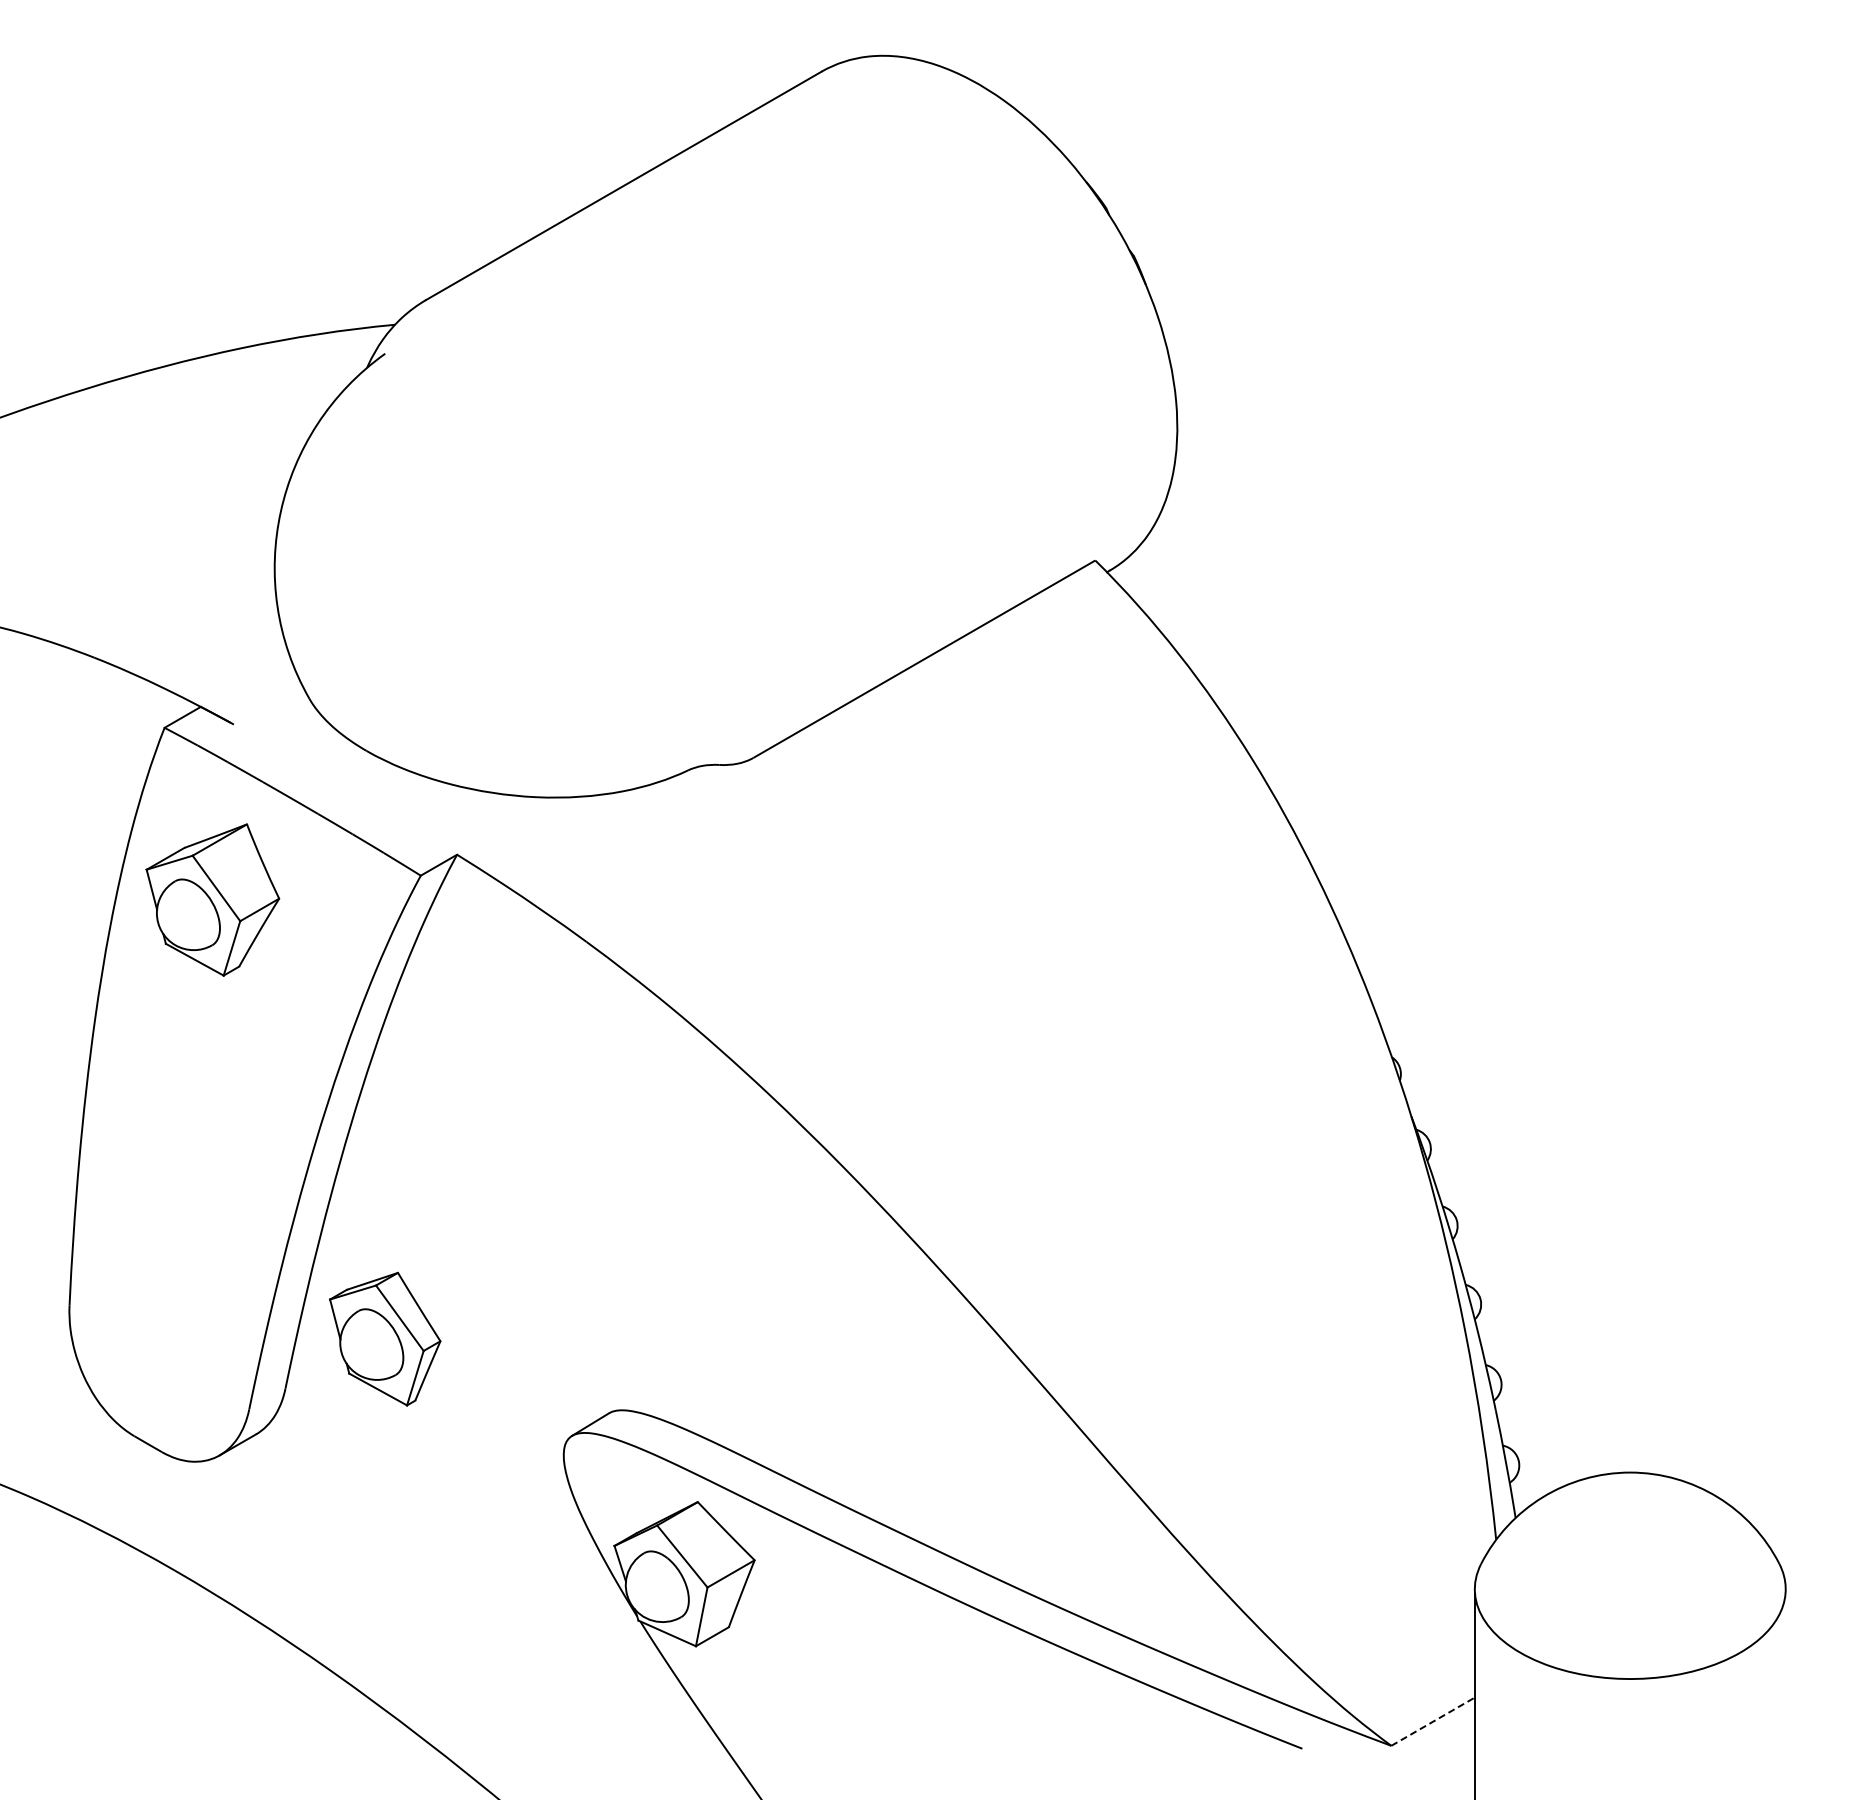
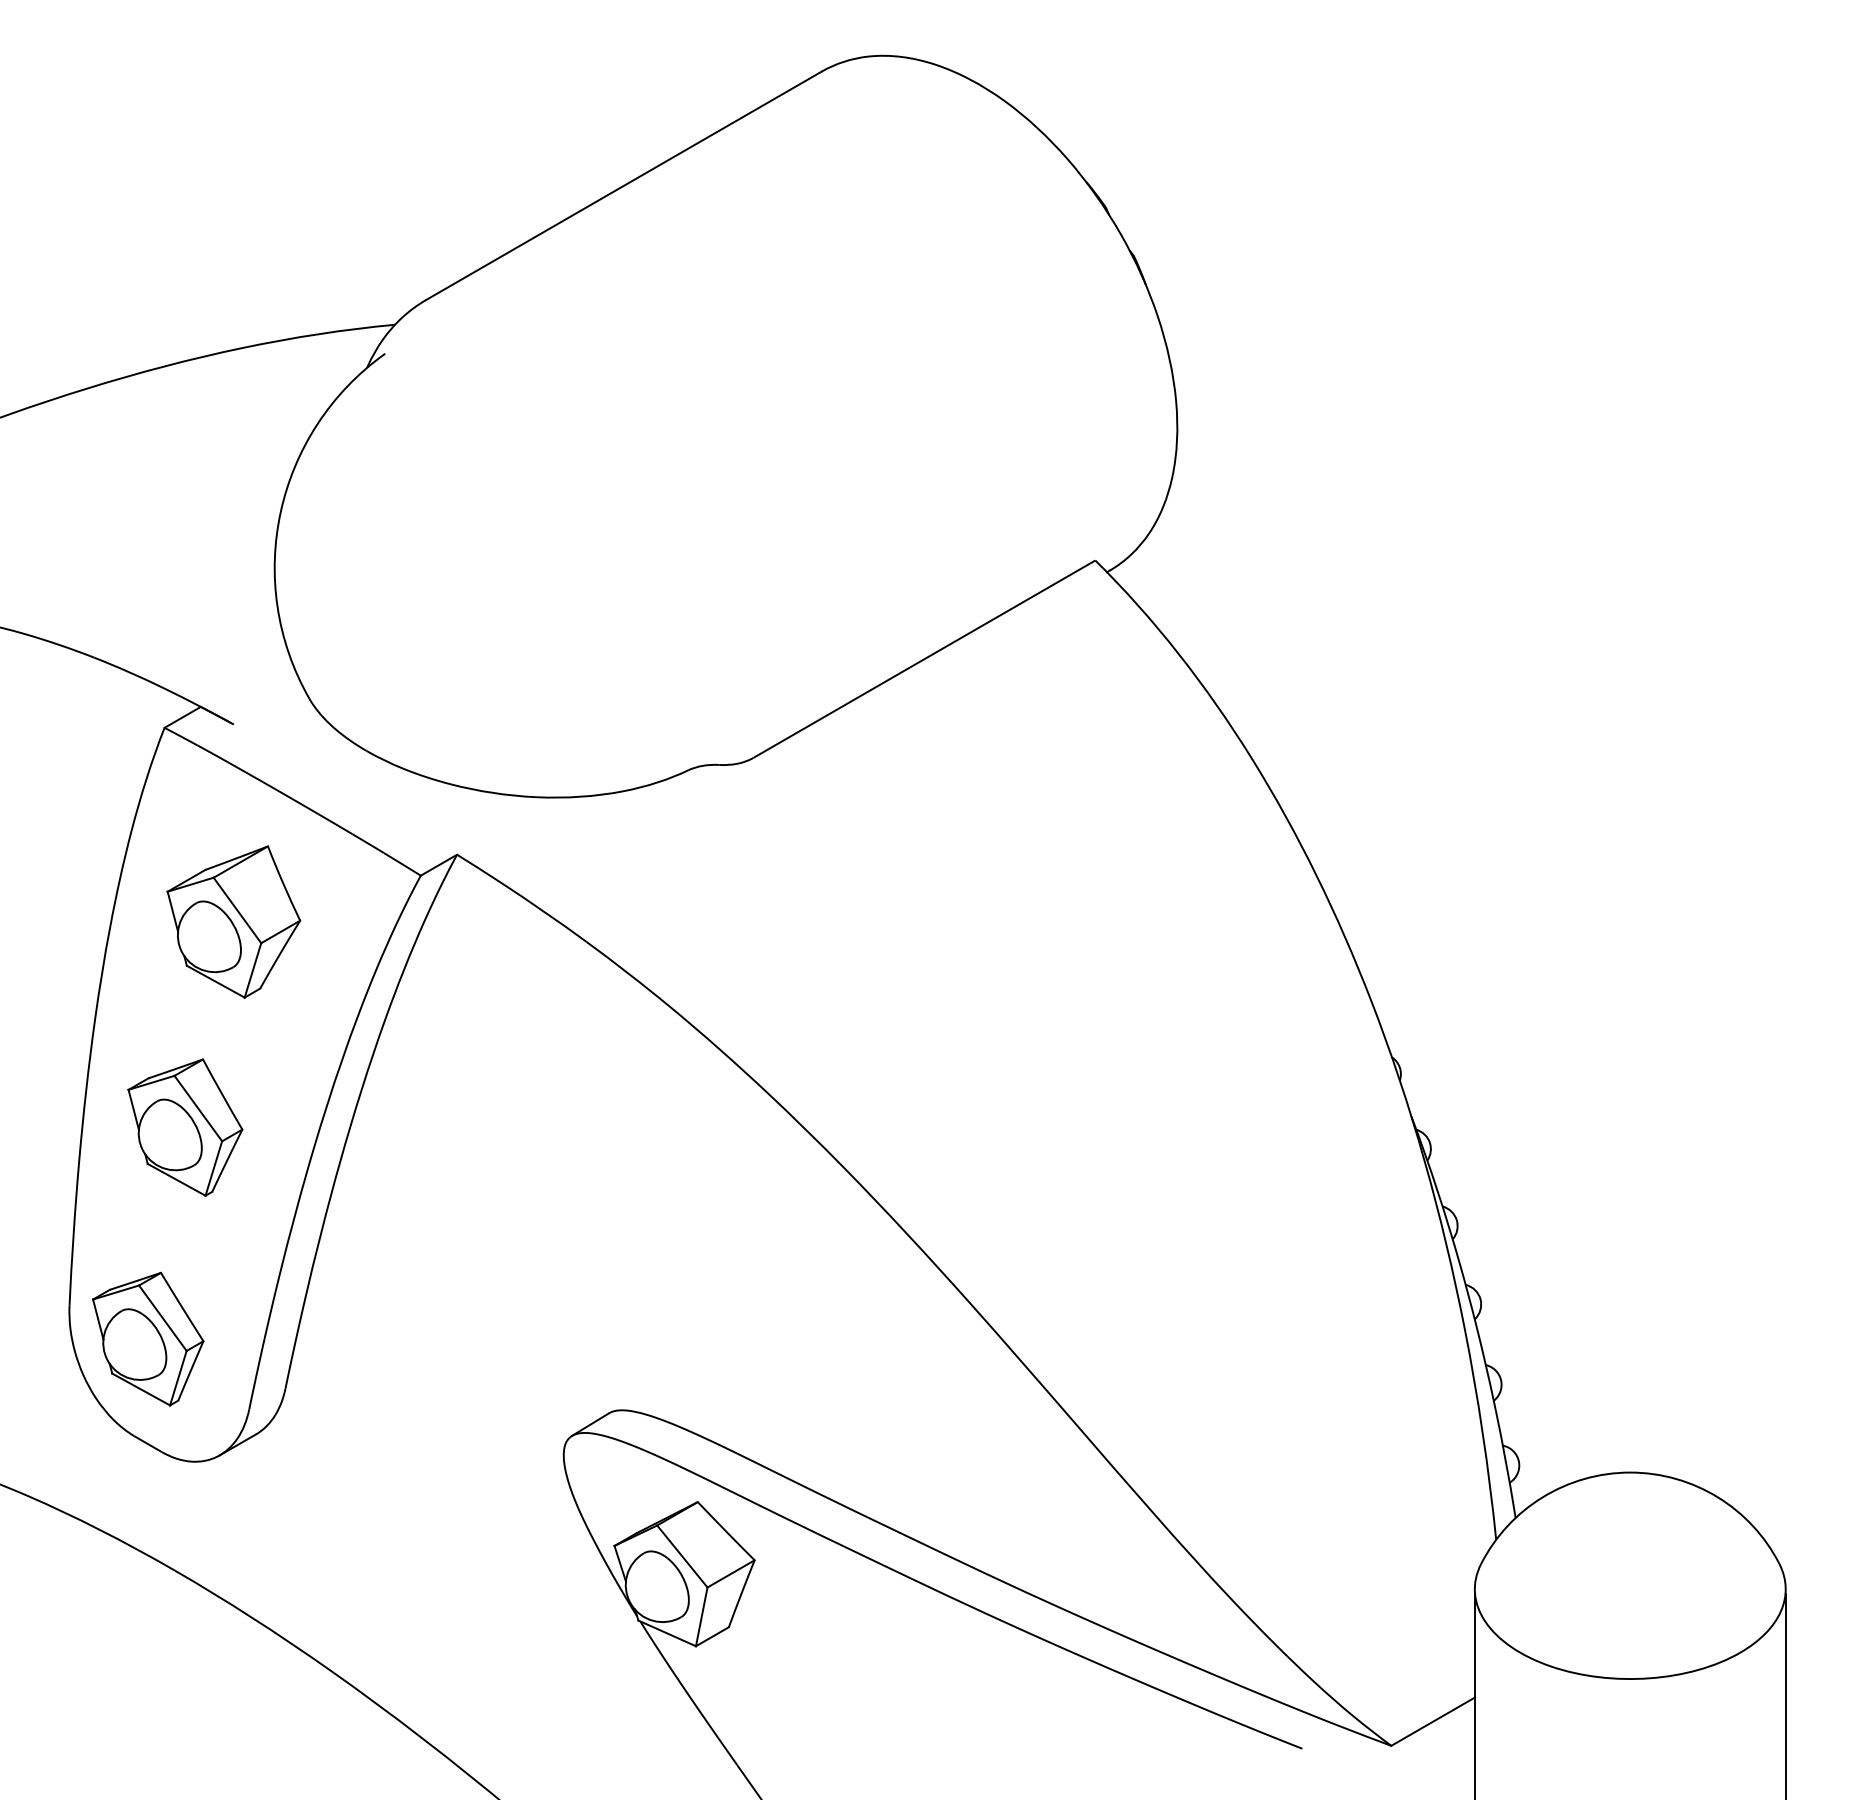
part at (212, 899) position: (212, 899) -> (233, 921)
part at (185, 1127): none -> present
part at (385, 1338) position: (385, 1338) -> (148, 1338)
line at (1785, 1695): none -> present
line at (1433, 1721): dashed -> solid
